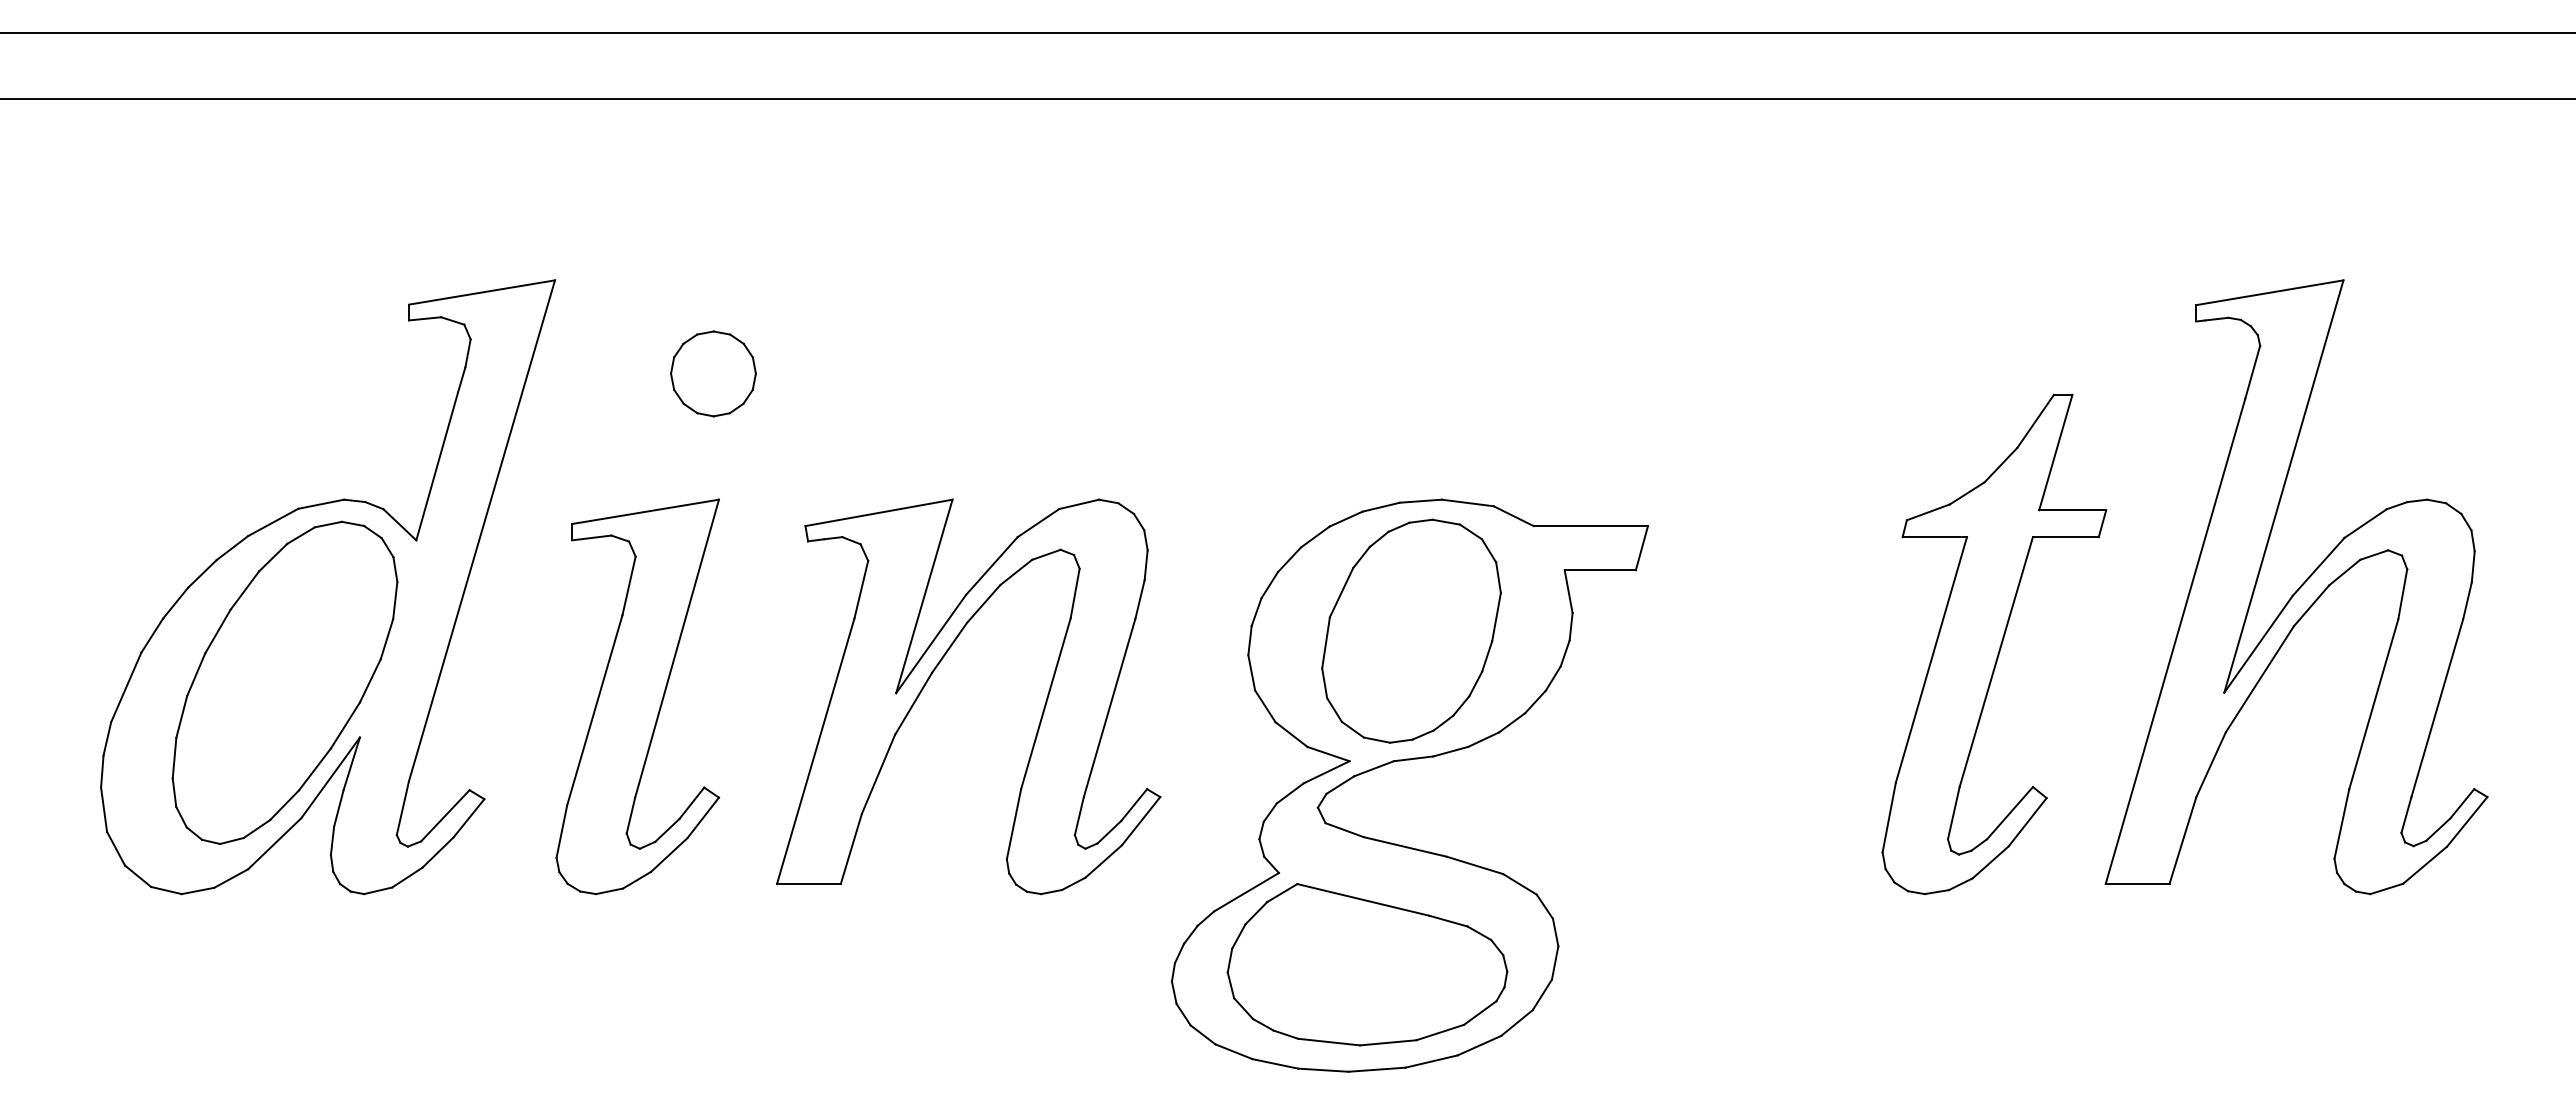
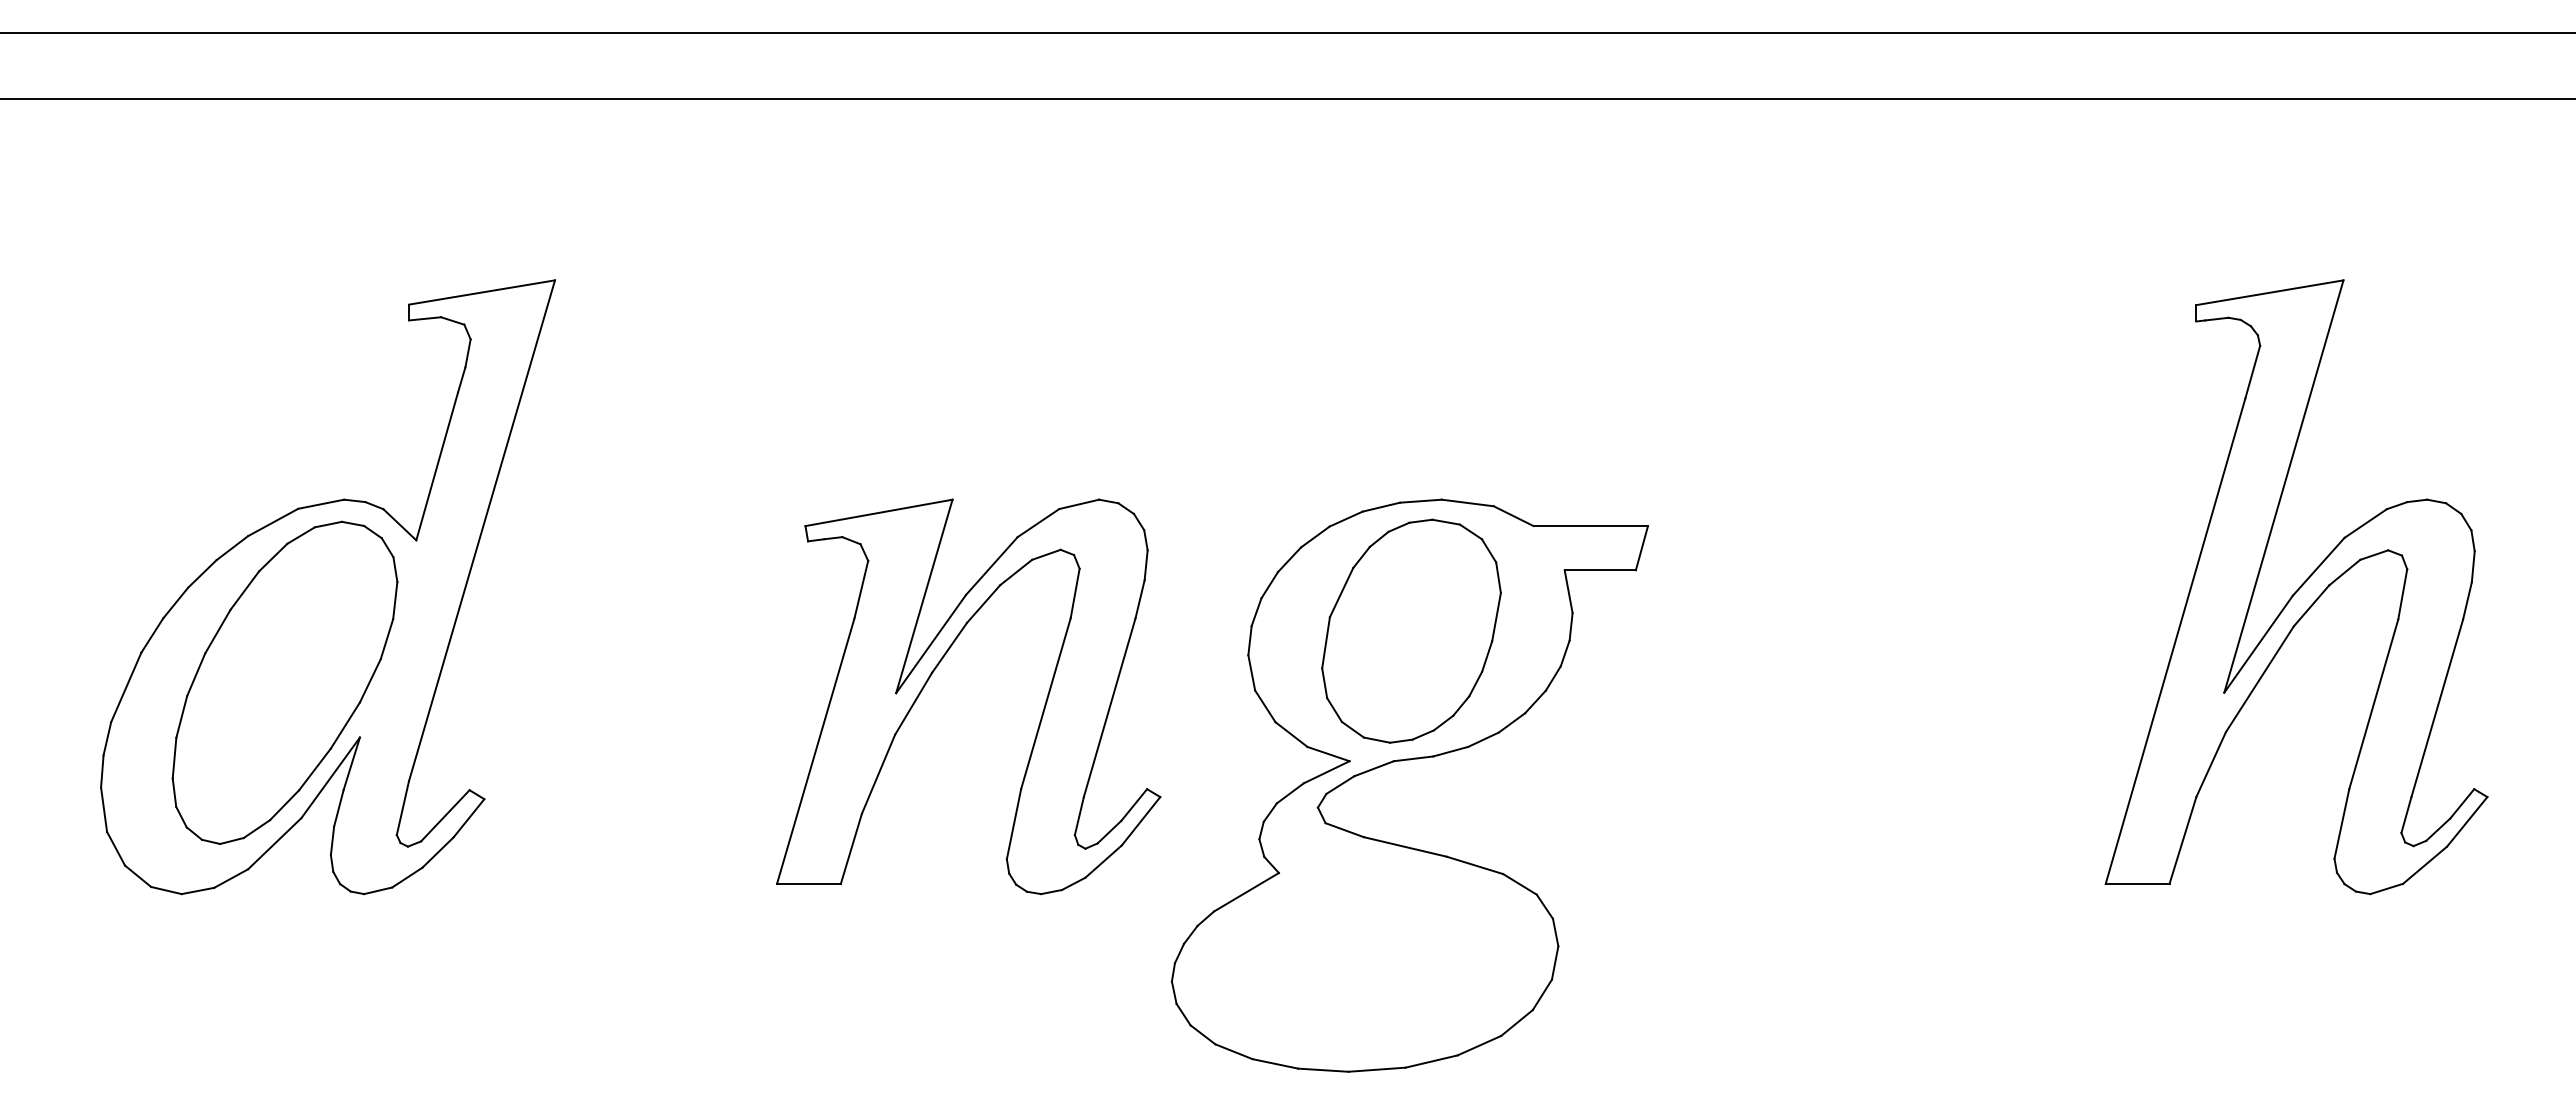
part at (713, 373): present -> none
part at (1994, 644): present -> none
part at (637, 696): present -> none
part at (1367, 964): present -> none
